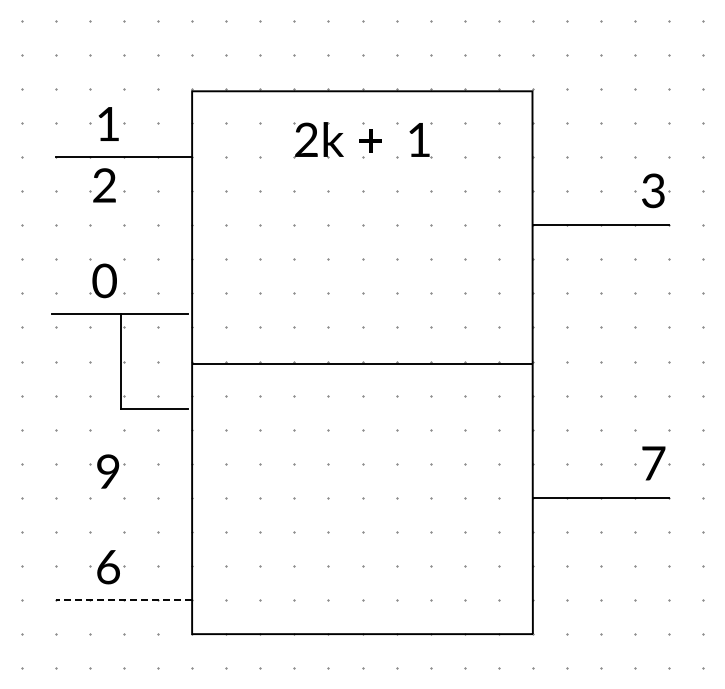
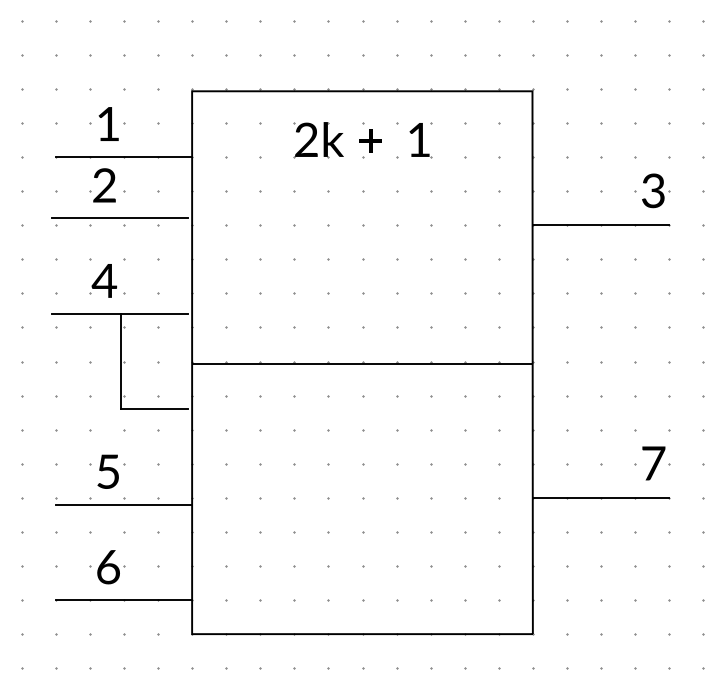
line at (120, 218): none -> present
text at (104, 280): 0 -> 4
text at (108, 471): 9 -> 5
line at (123, 504): none -> present
line at (123, 600): dashed -> solid
